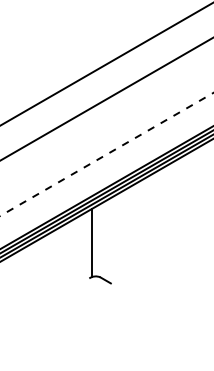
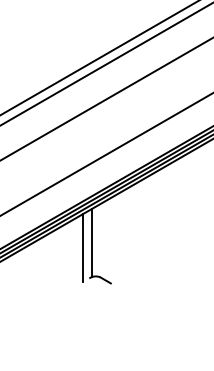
line at (98, 57): none -> present
line at (106, 154): dashed -> solid
line at (83, 248): none -> present
